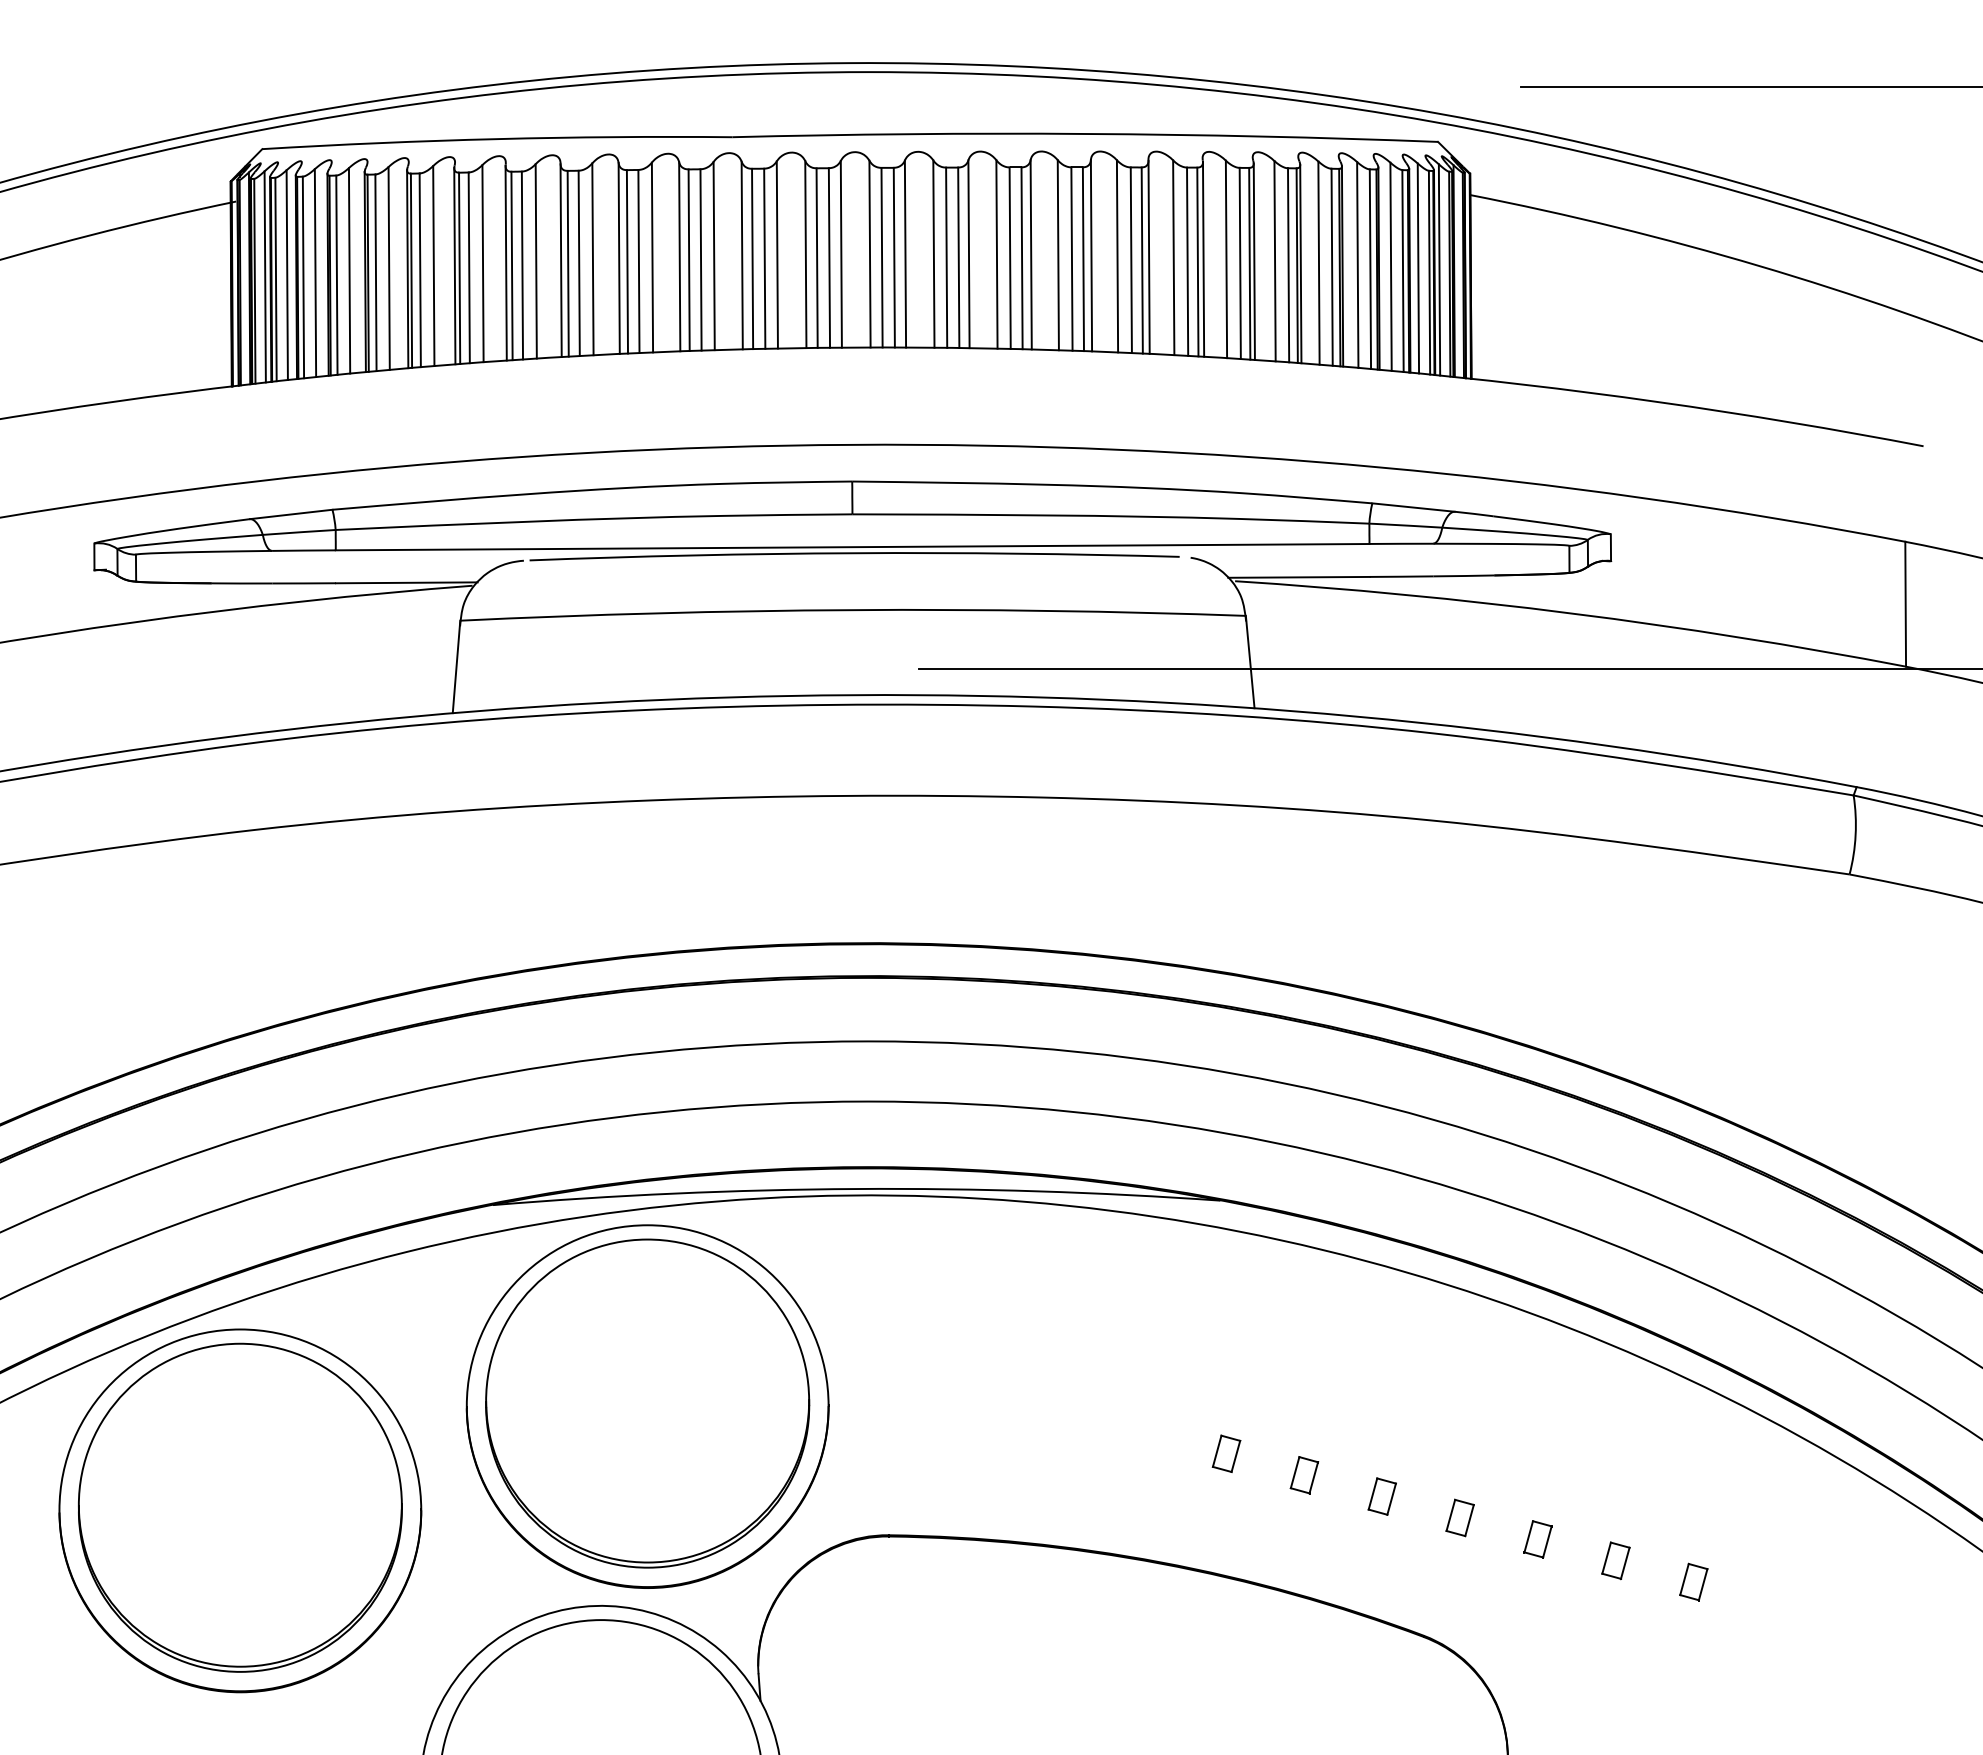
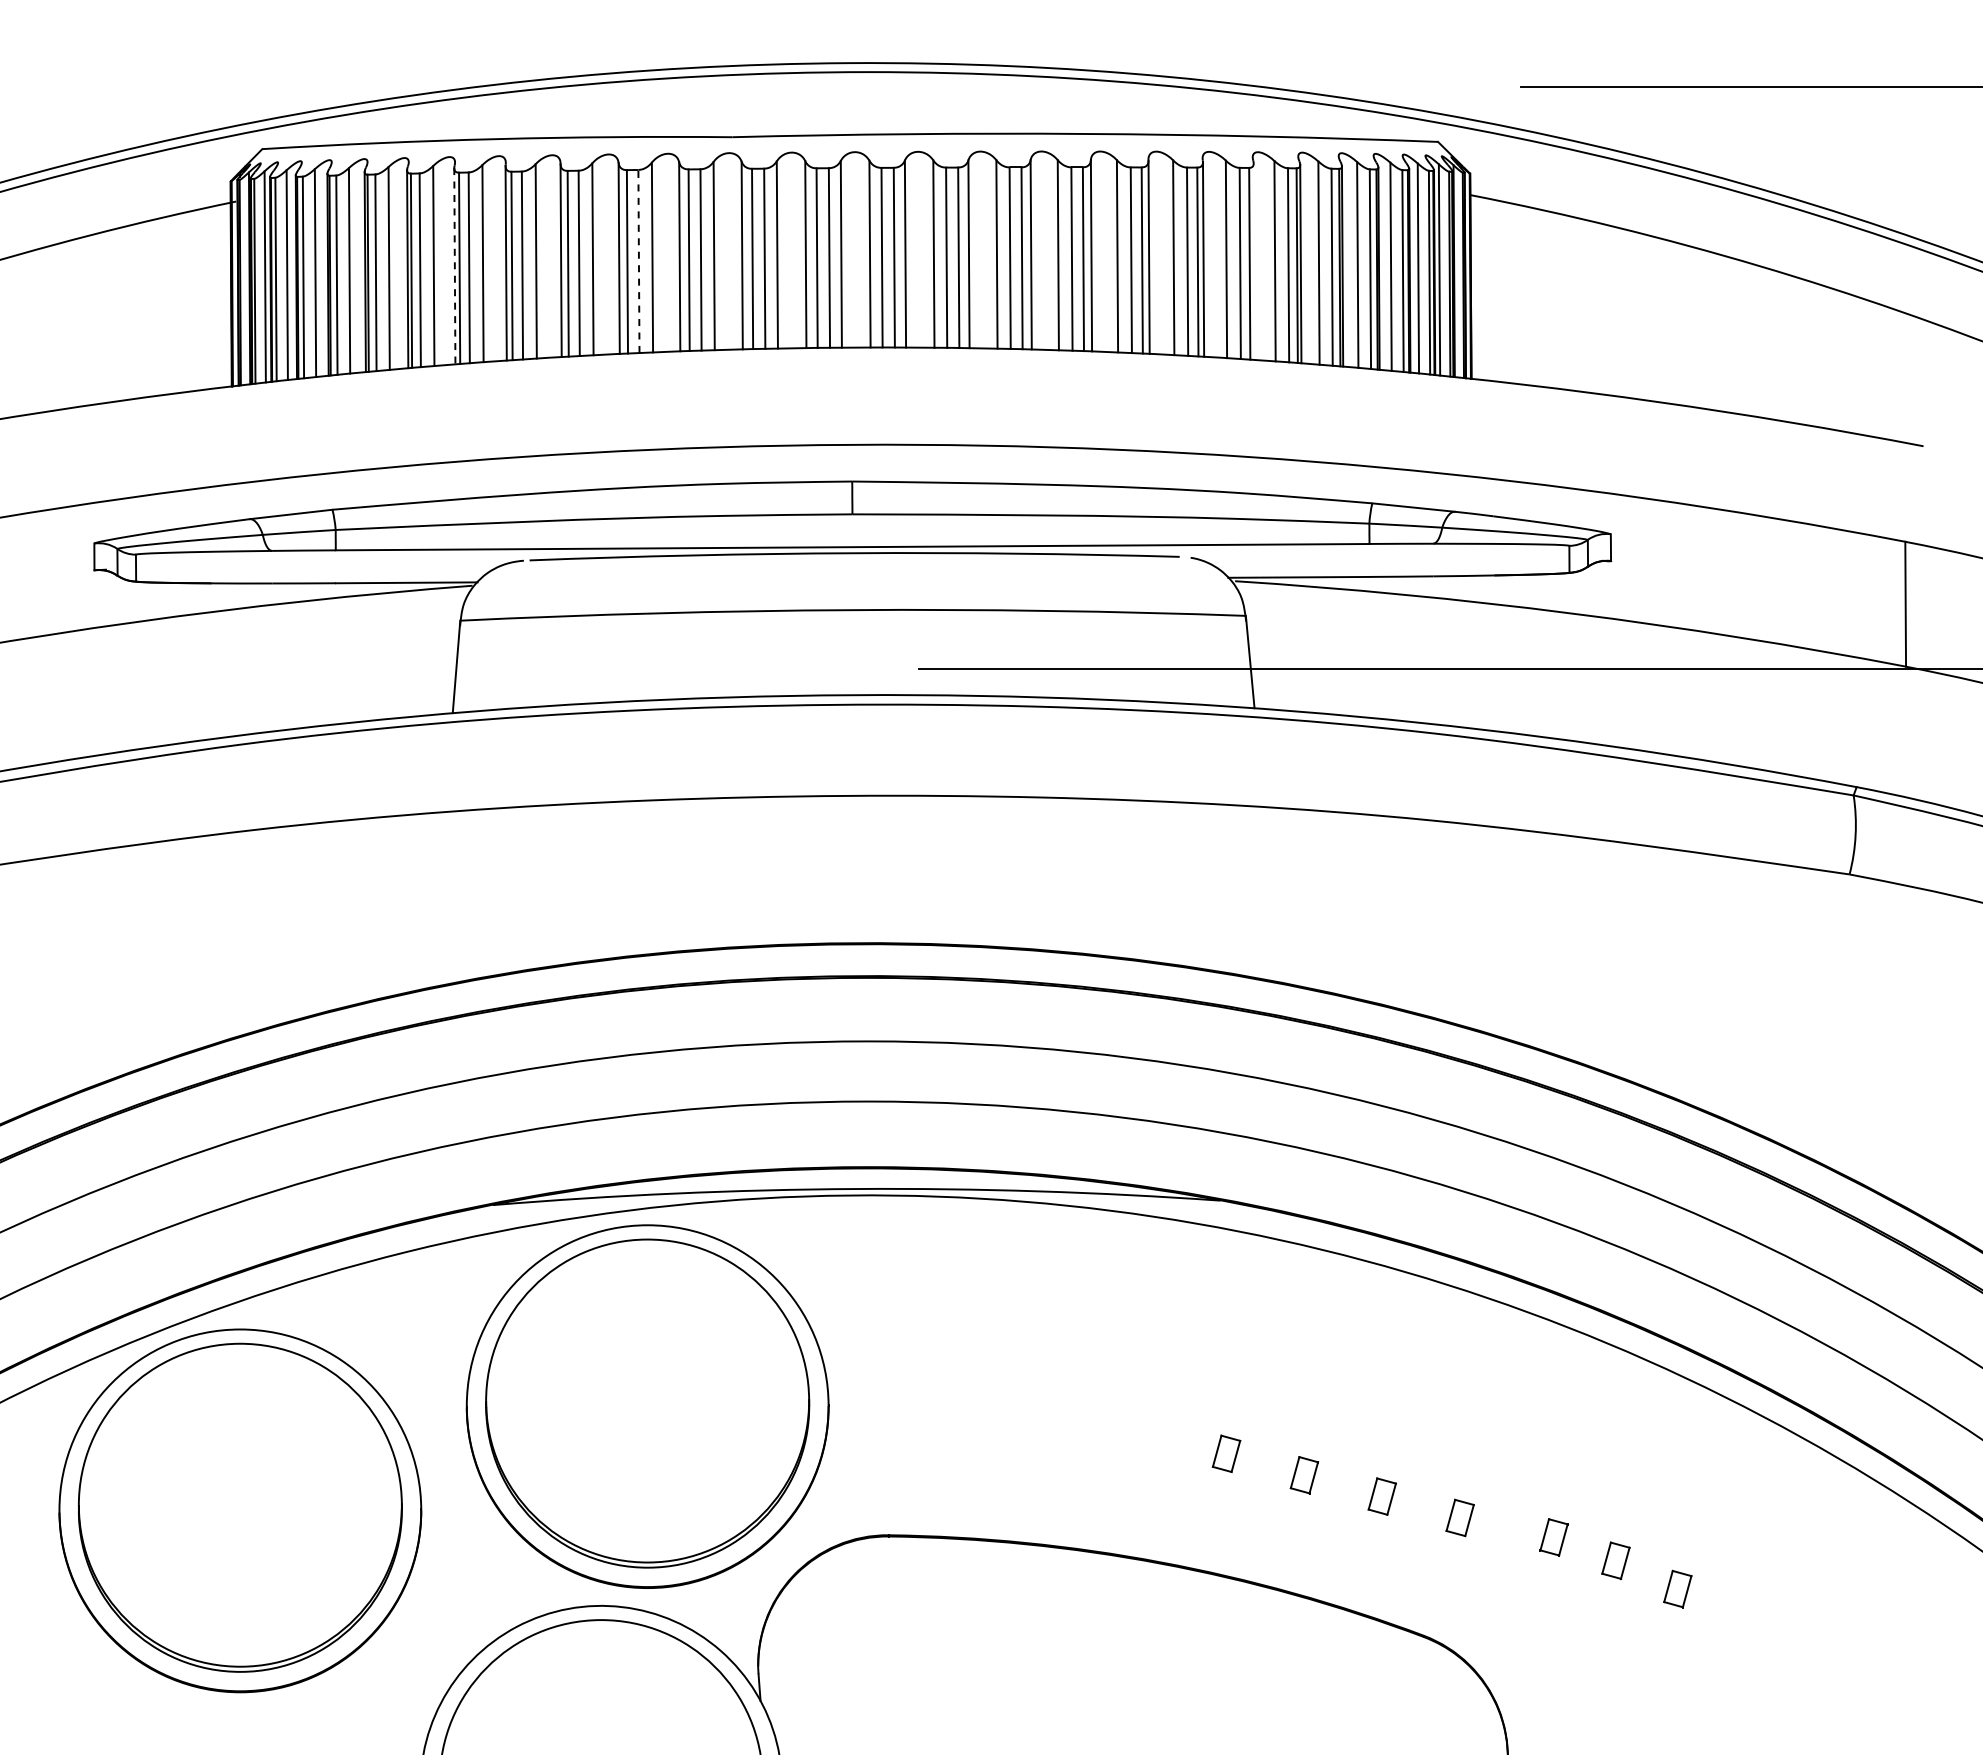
line at (638, 260): solid -> dashed
line at (1253, 261): present -> none
line at (454, 266): solid -> dashed
part at (1537, 1539) position: (1537, 1539) -> (1553, 1537)
part at (1693, 1581) position: (1693, 1581) -> (1677, 1588)
